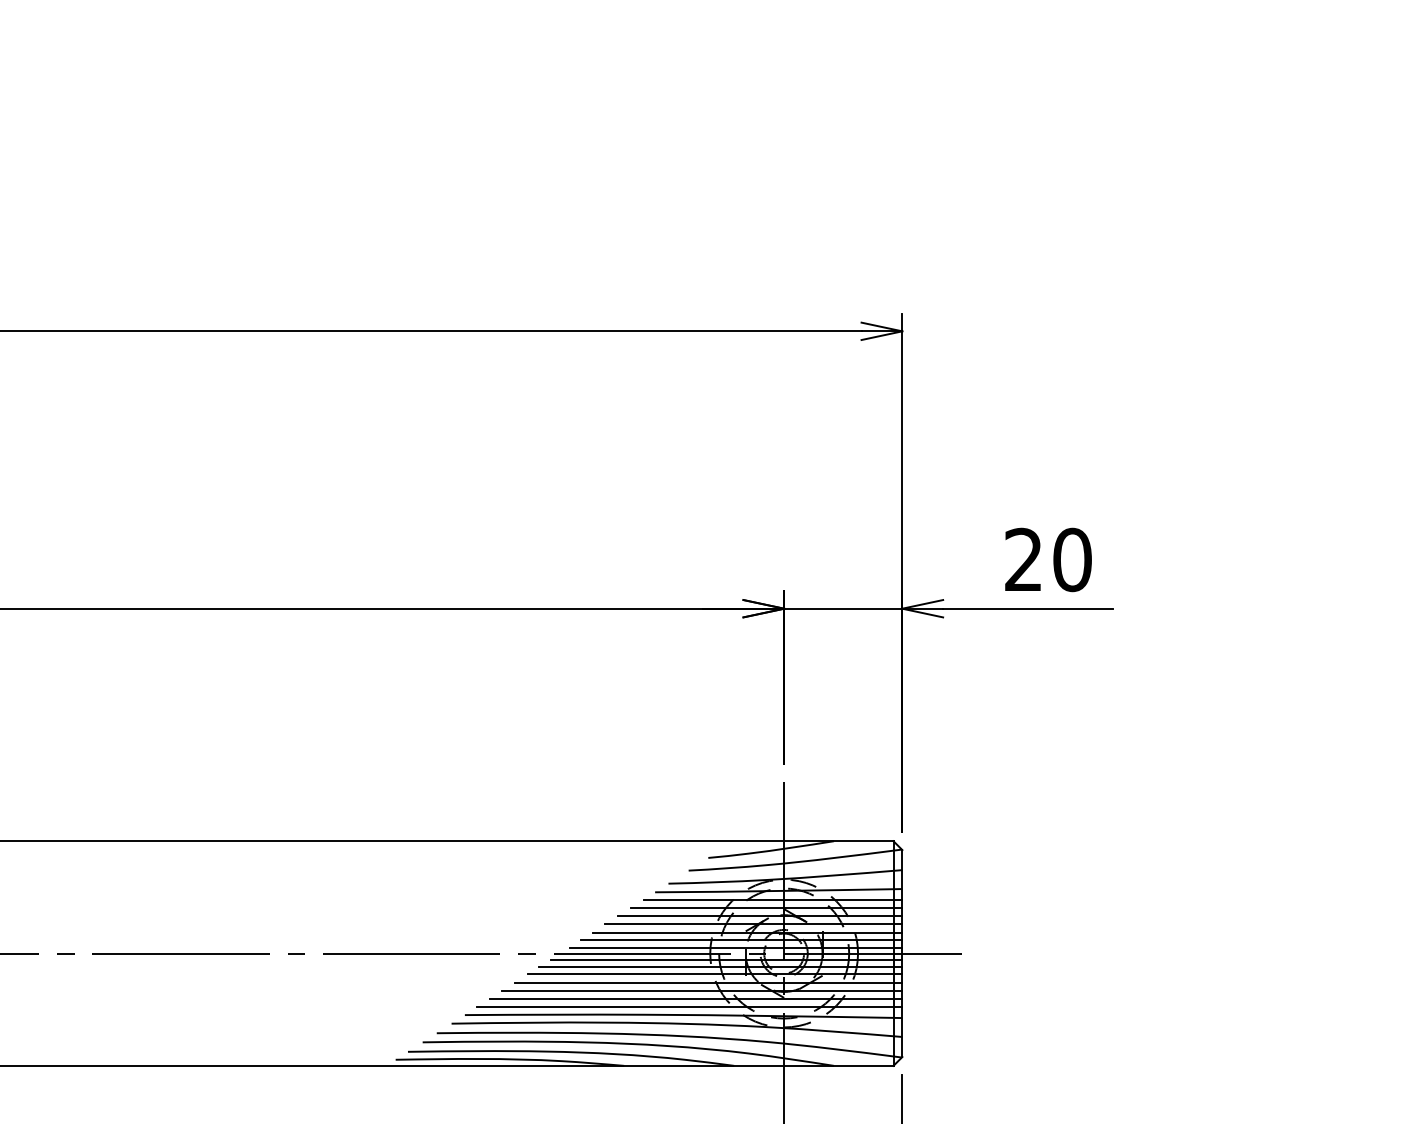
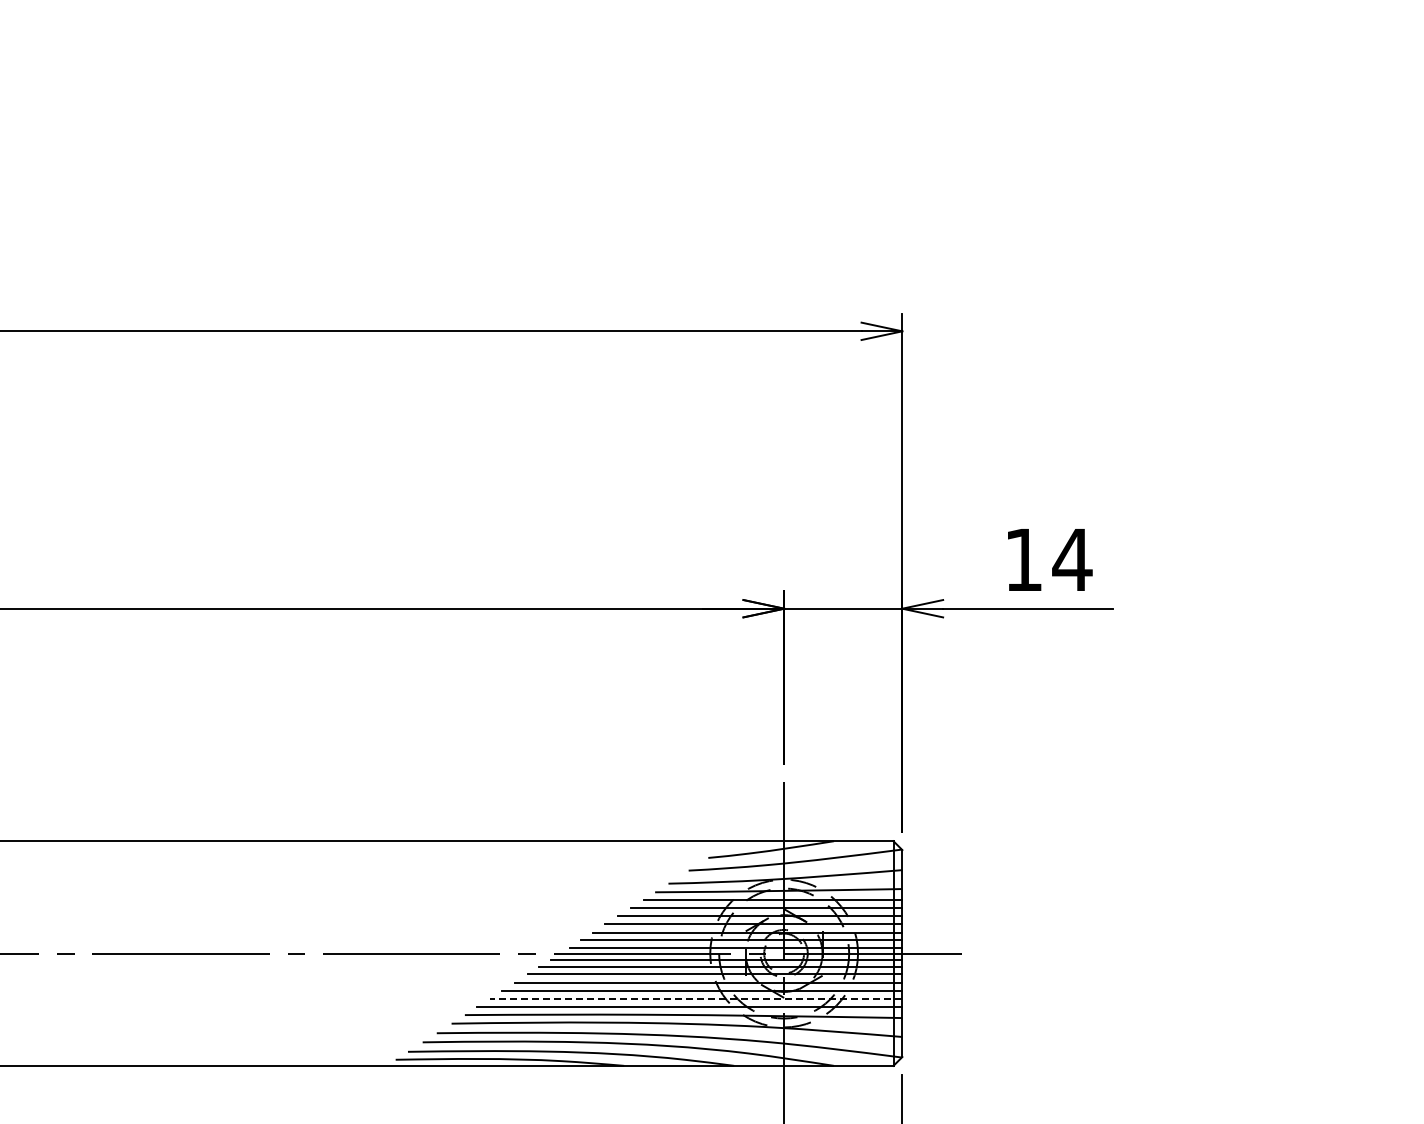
text at (1048, 559): 20 -> 14
line at (695, 999): solid -> dashed
